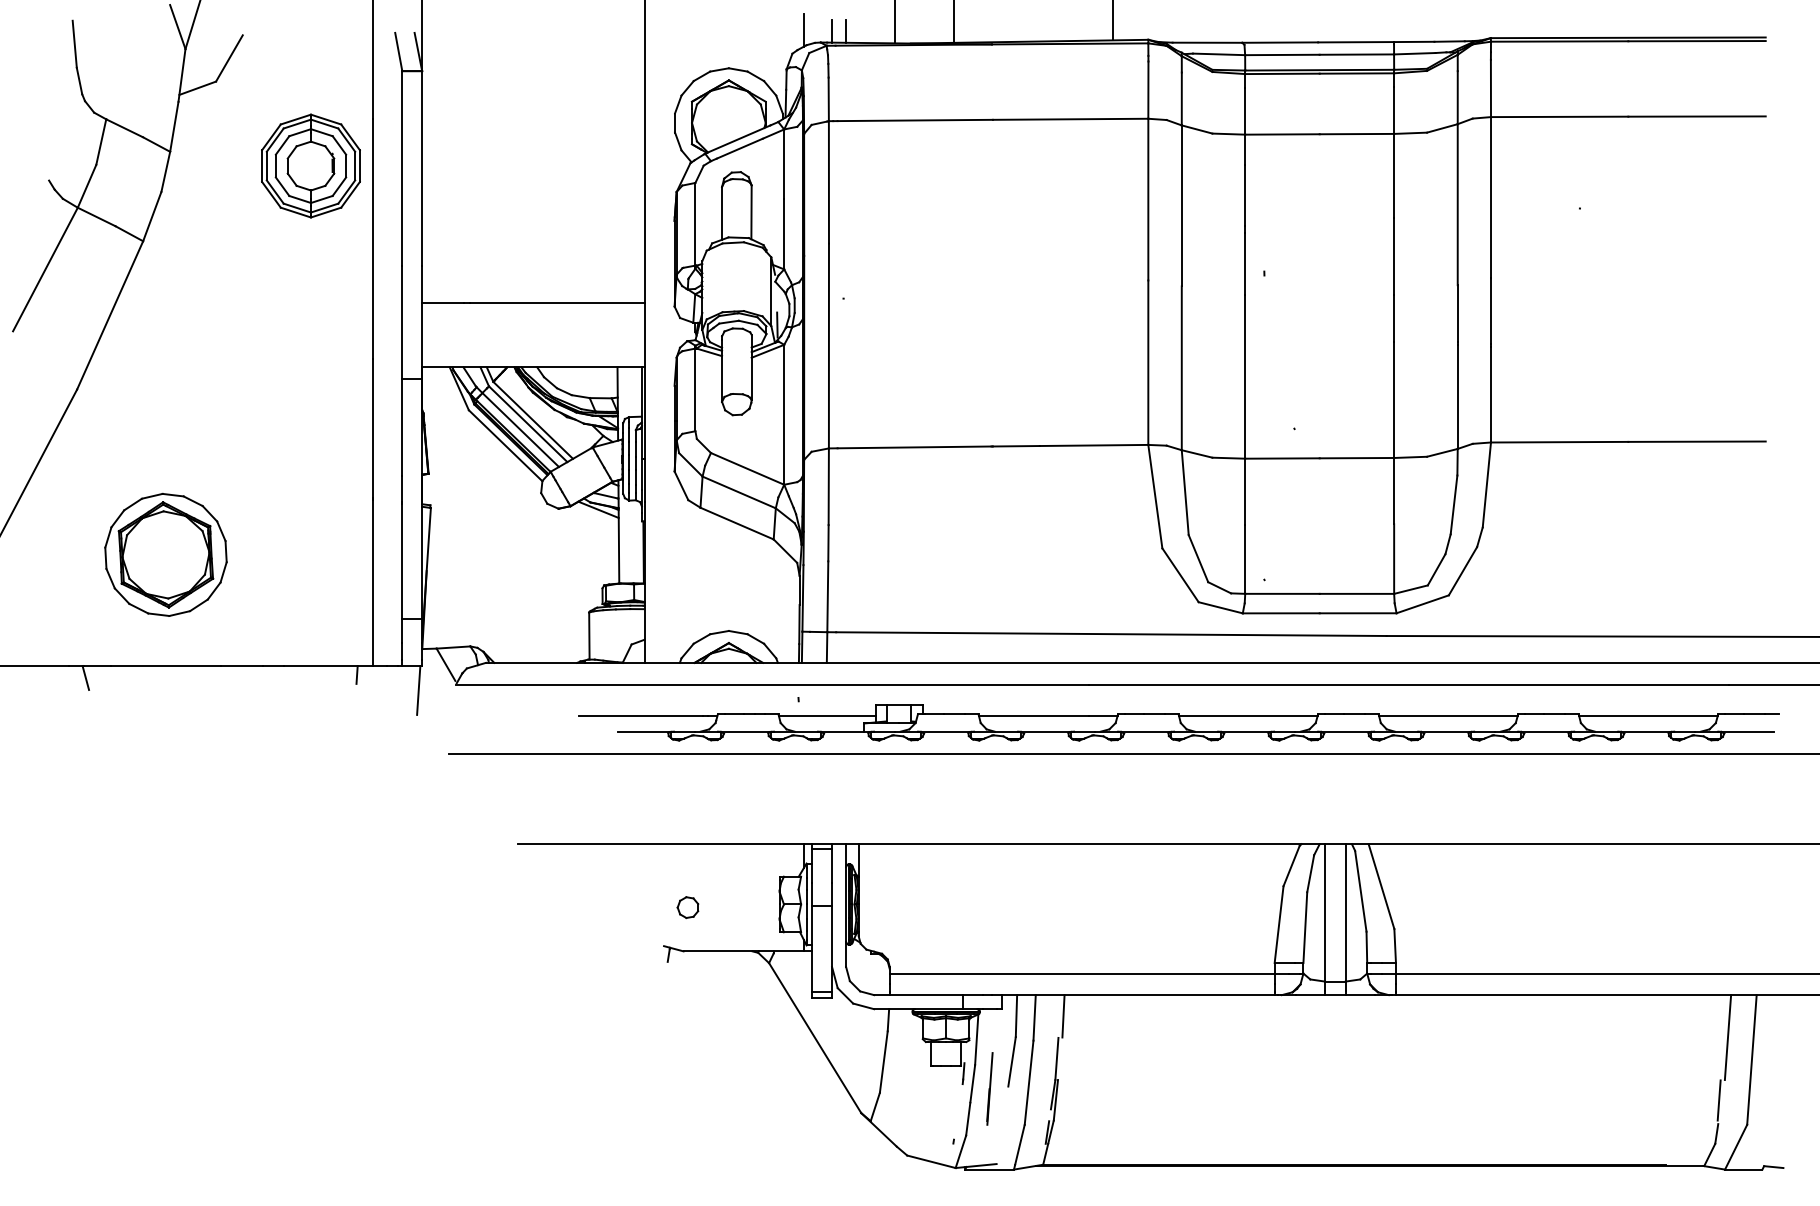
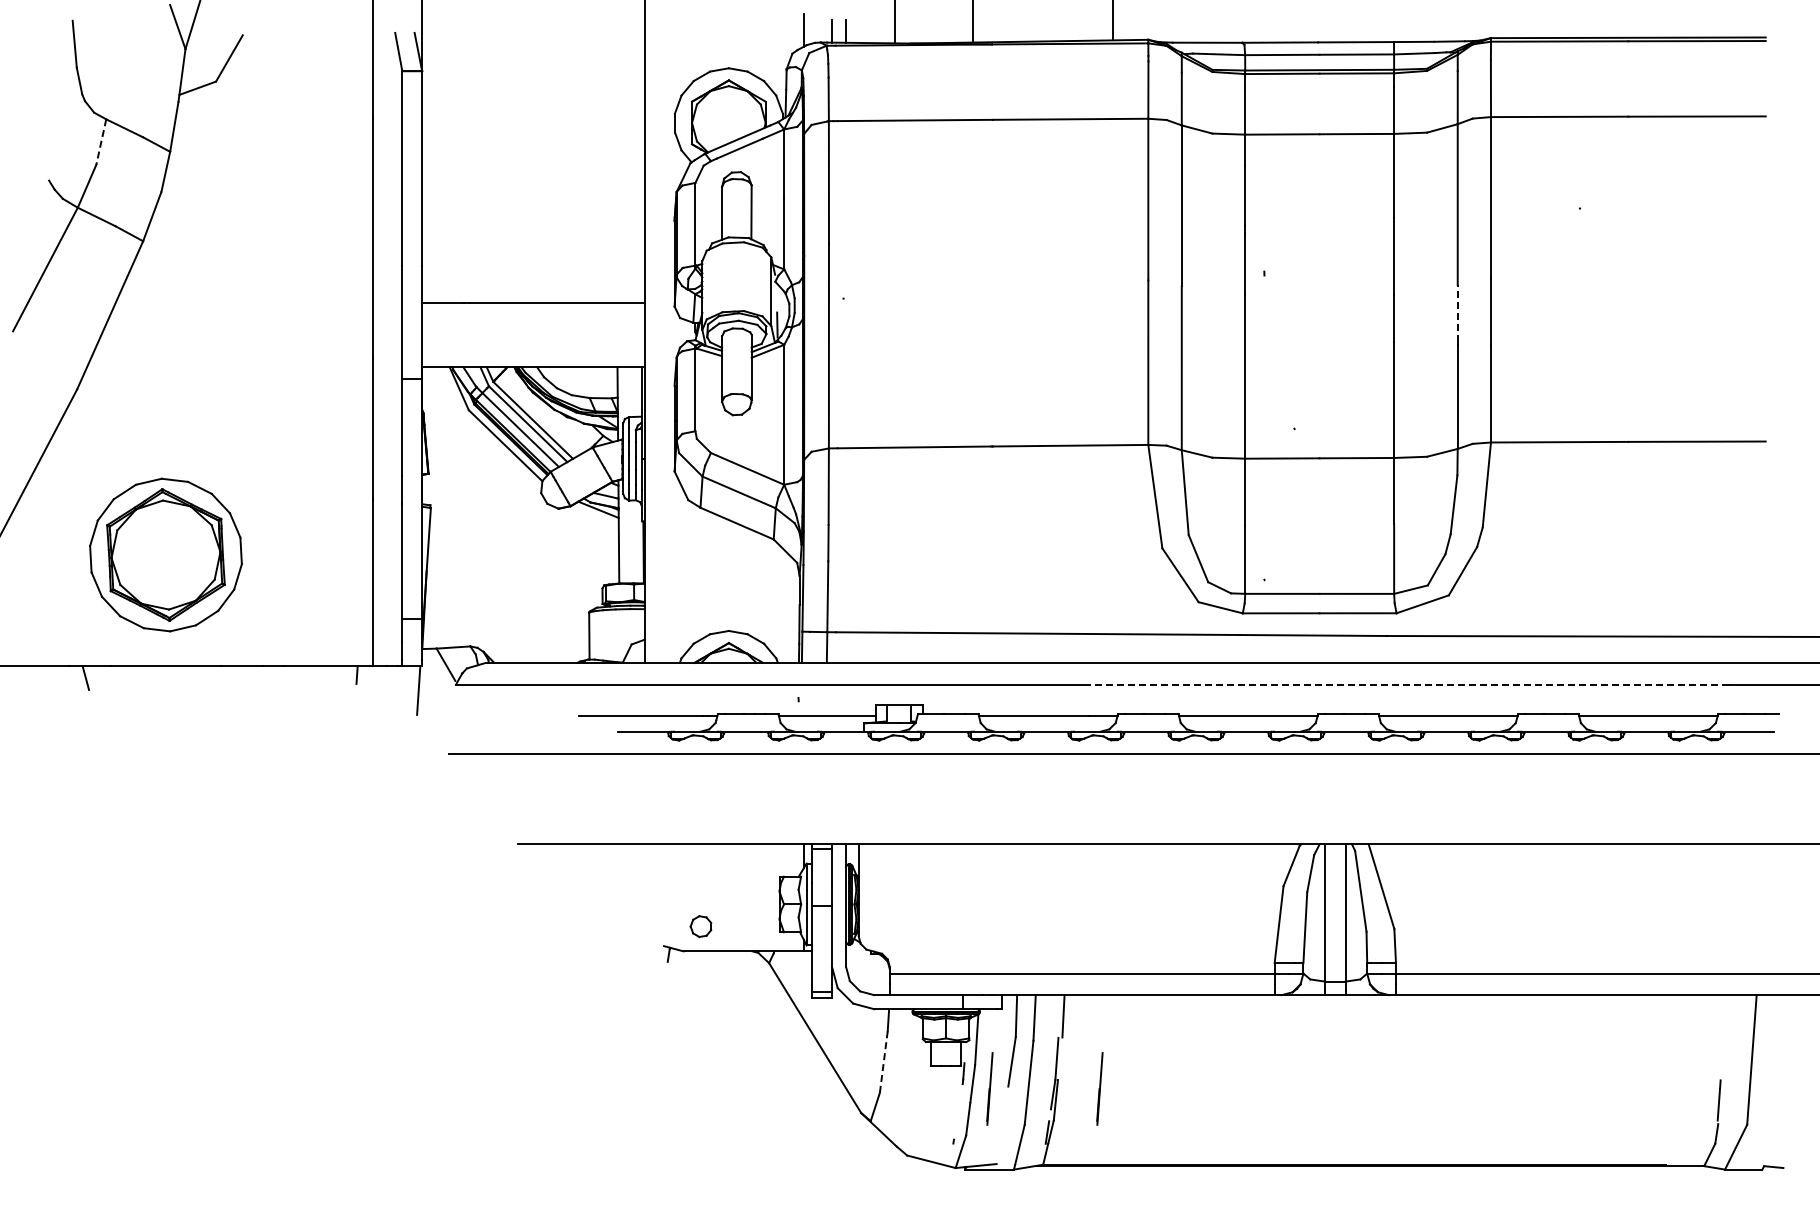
line at (954, 22) position: (954, 22) -> (973, 22)
line at (101, 142): solid -> dashed
part at (310, 165): present -> none
line at (1457, 313): solid -> dashed
part at (165, 554) size: 124x125 px -> 154x156 px
line at (1408, 684): solid -> dashed
part at (687, 907) position: (687, 907) -> (700, 926)
line at (1727, 1037): present -> none
line at (883, 1061): solid -> dashed
line at (1099, 1088): none -> present
